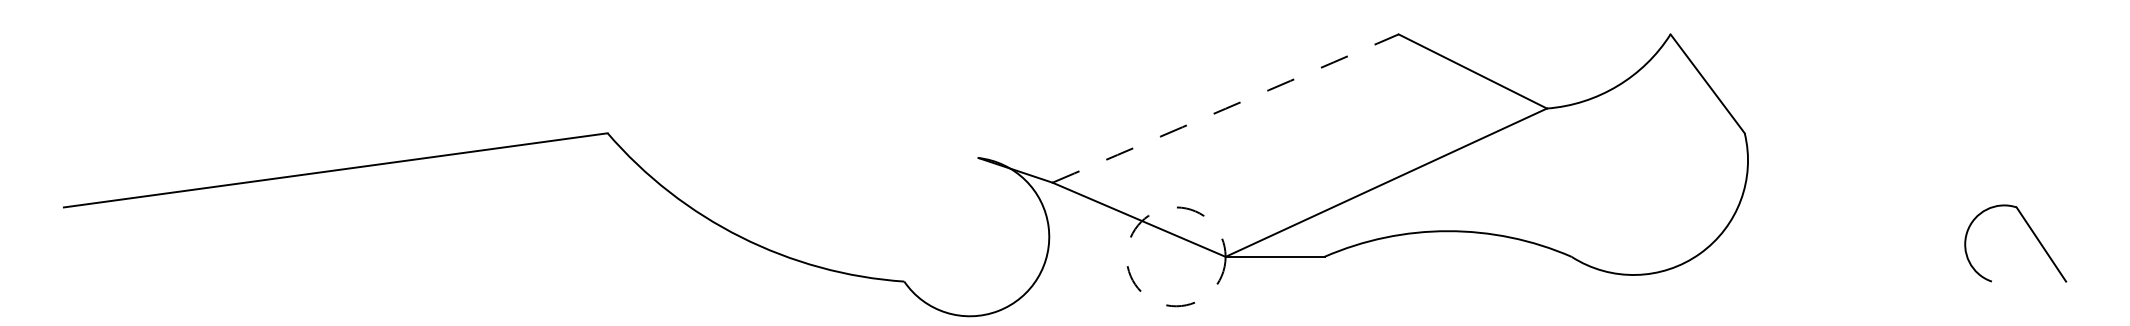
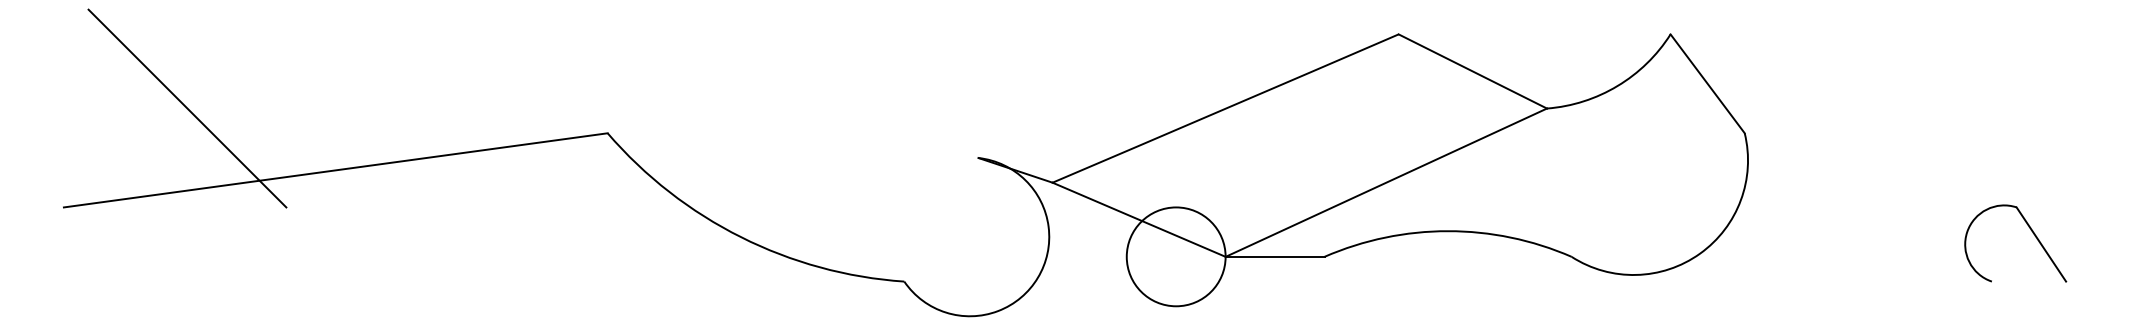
line at (187, 108): none -> present
arc at (1225, 108): dashed -> solid
circle at (1175, 256): dashed -> solid
